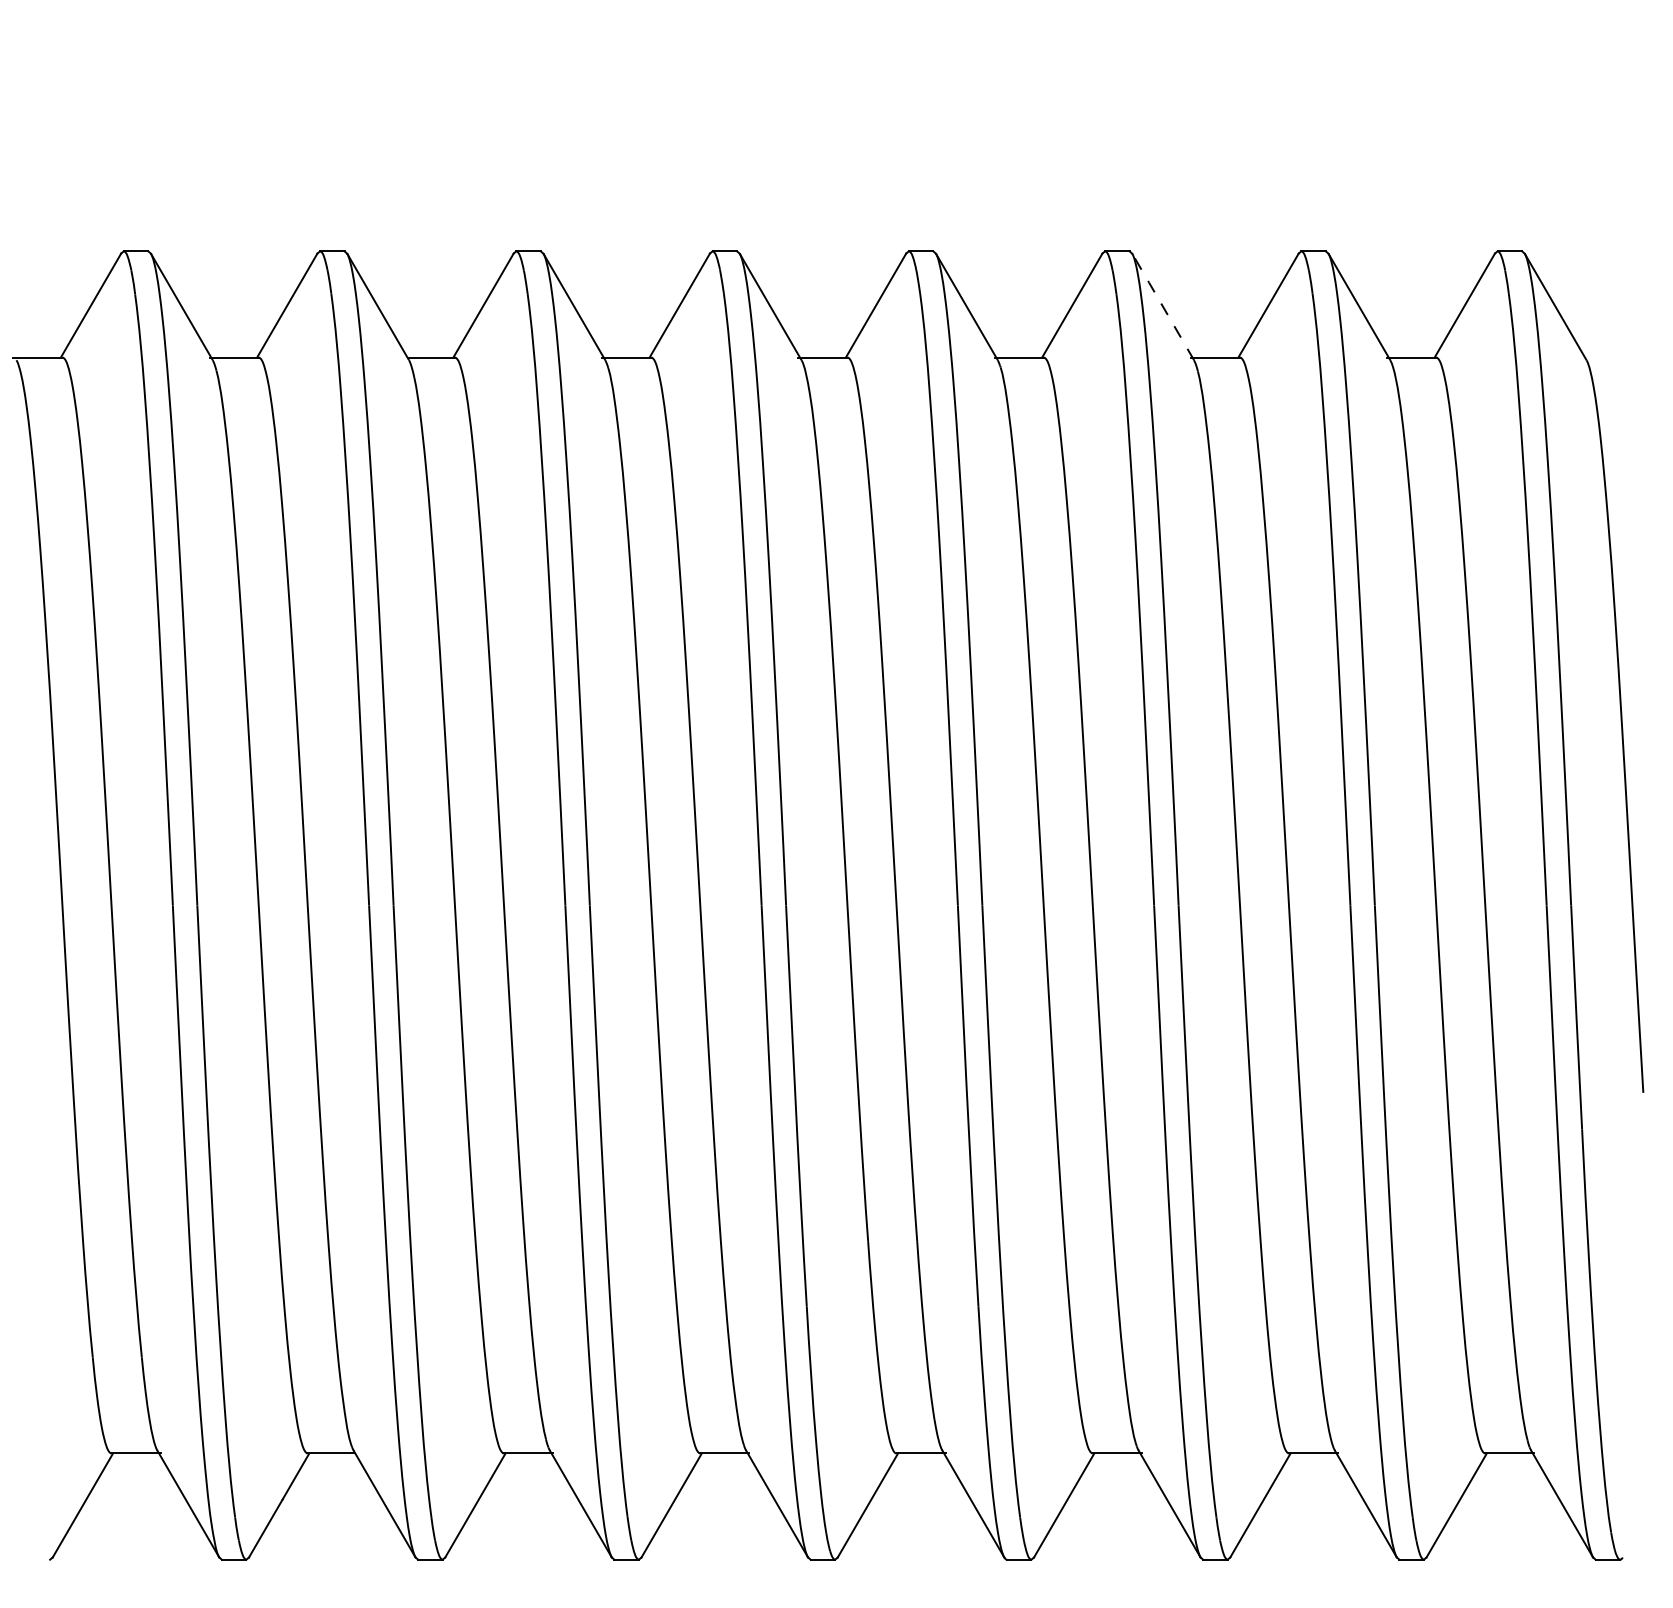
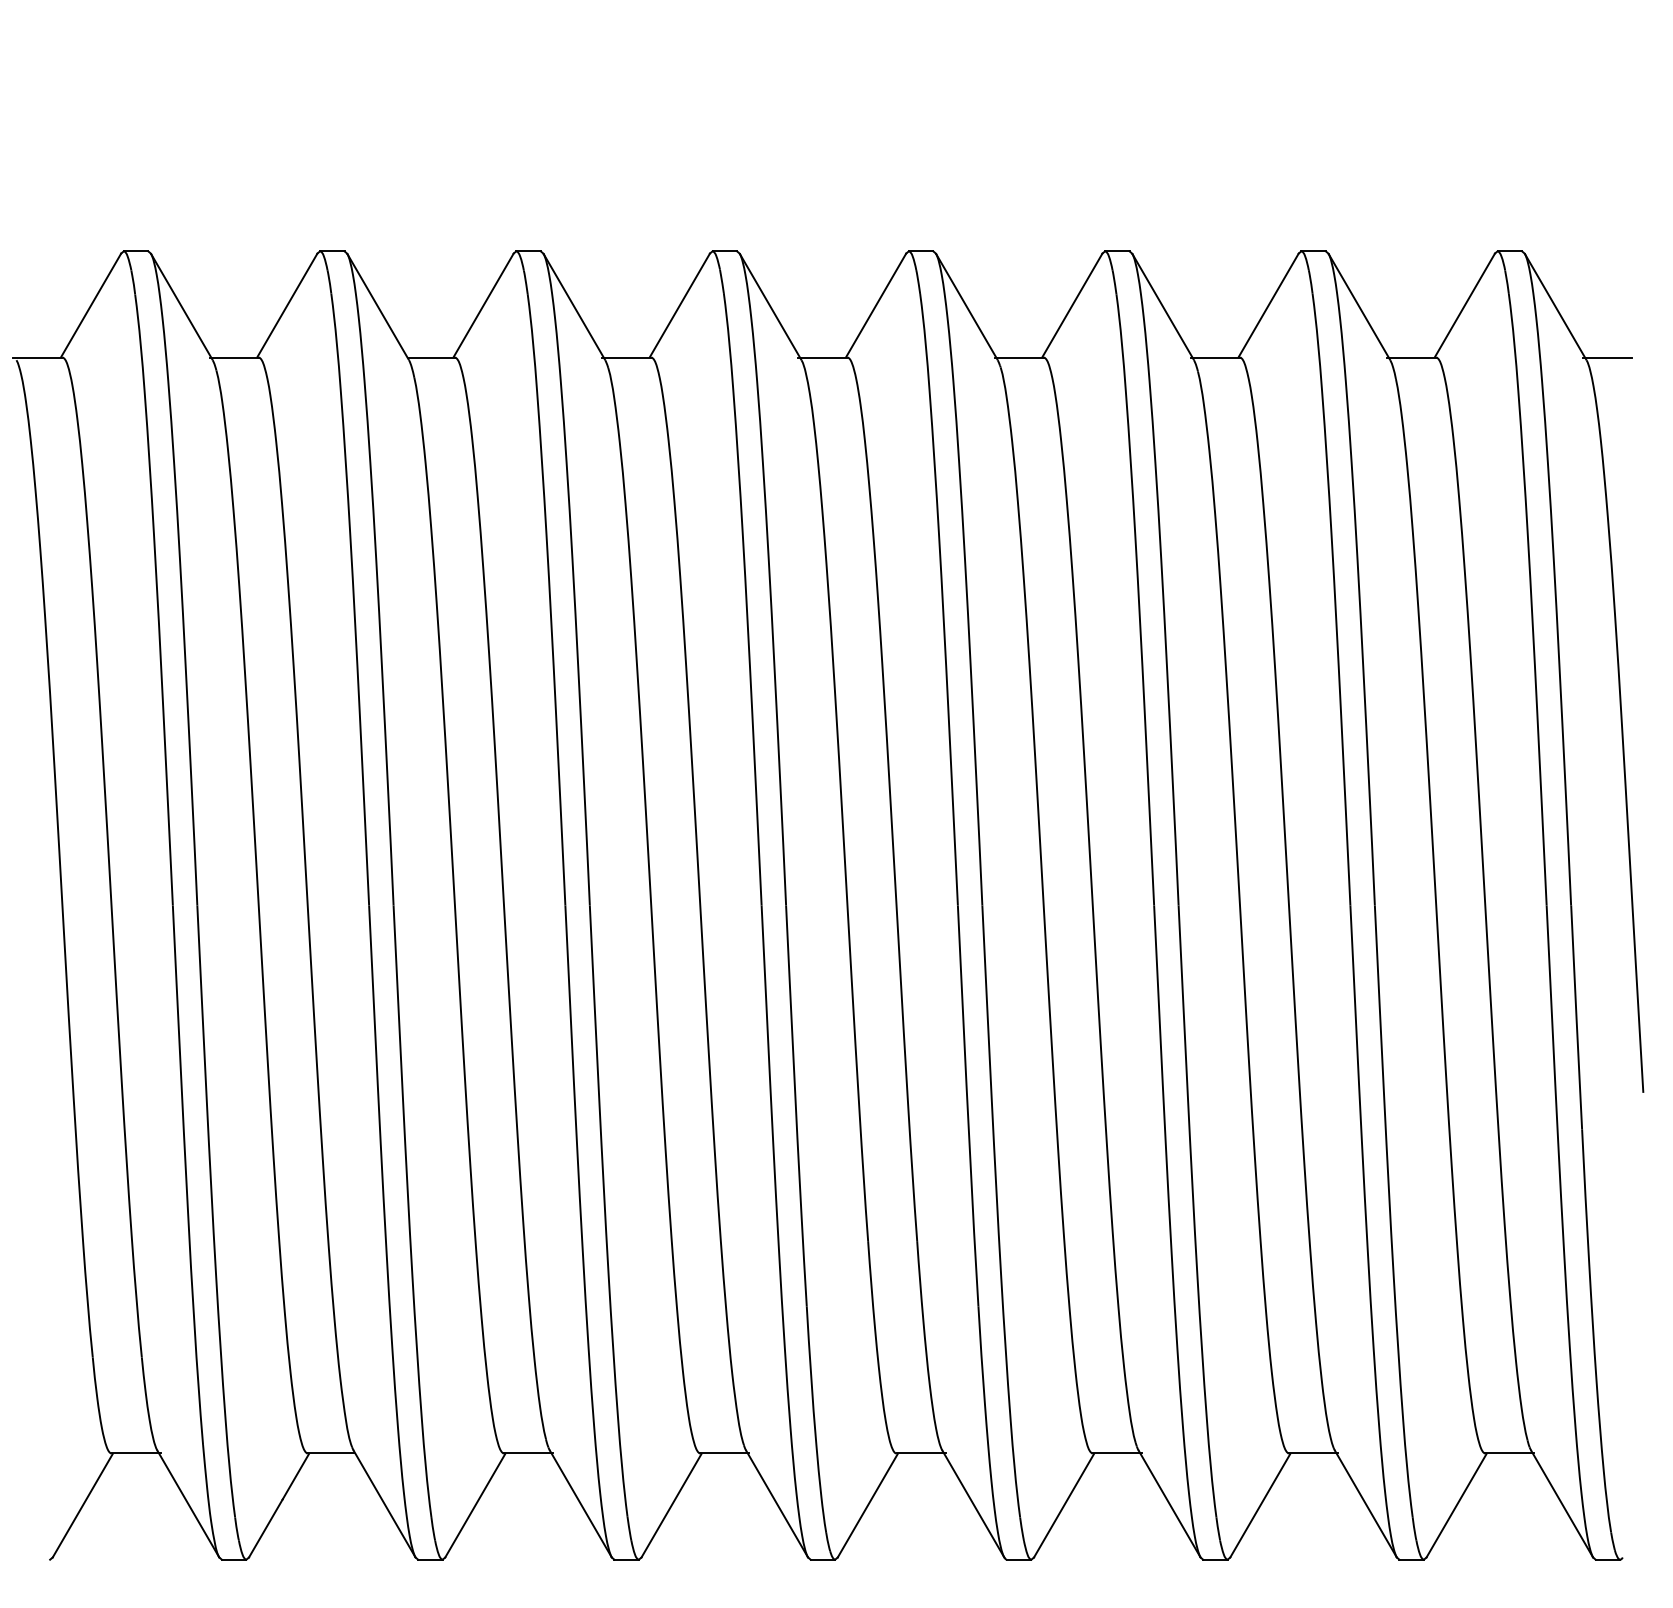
line at (1162, 305): dashed -> solid
line at (1607, 357): none -> present
